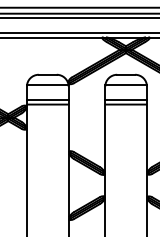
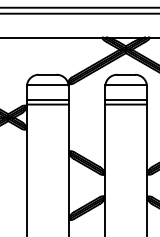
line at (79, 18): present -> none
line at (79, 33): present -> none
